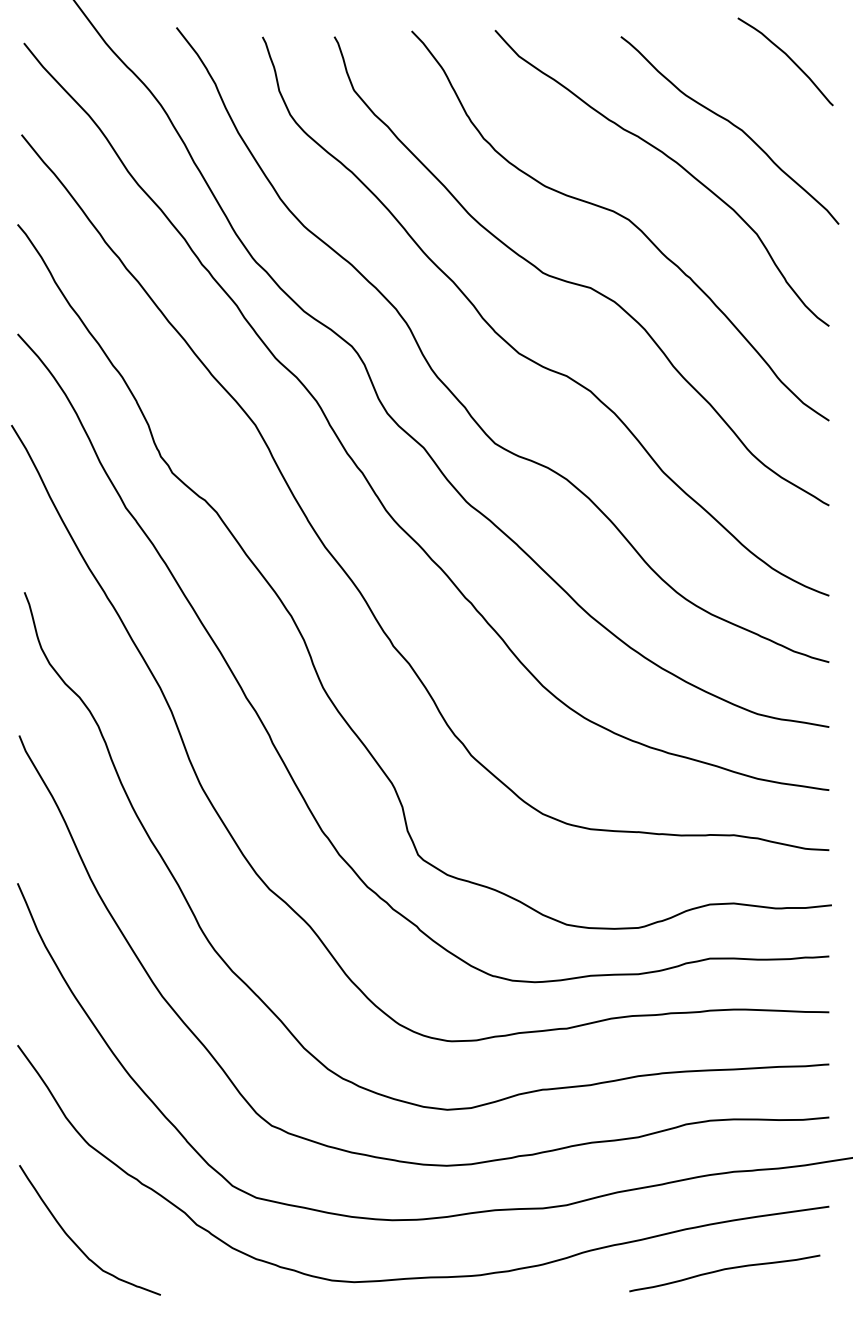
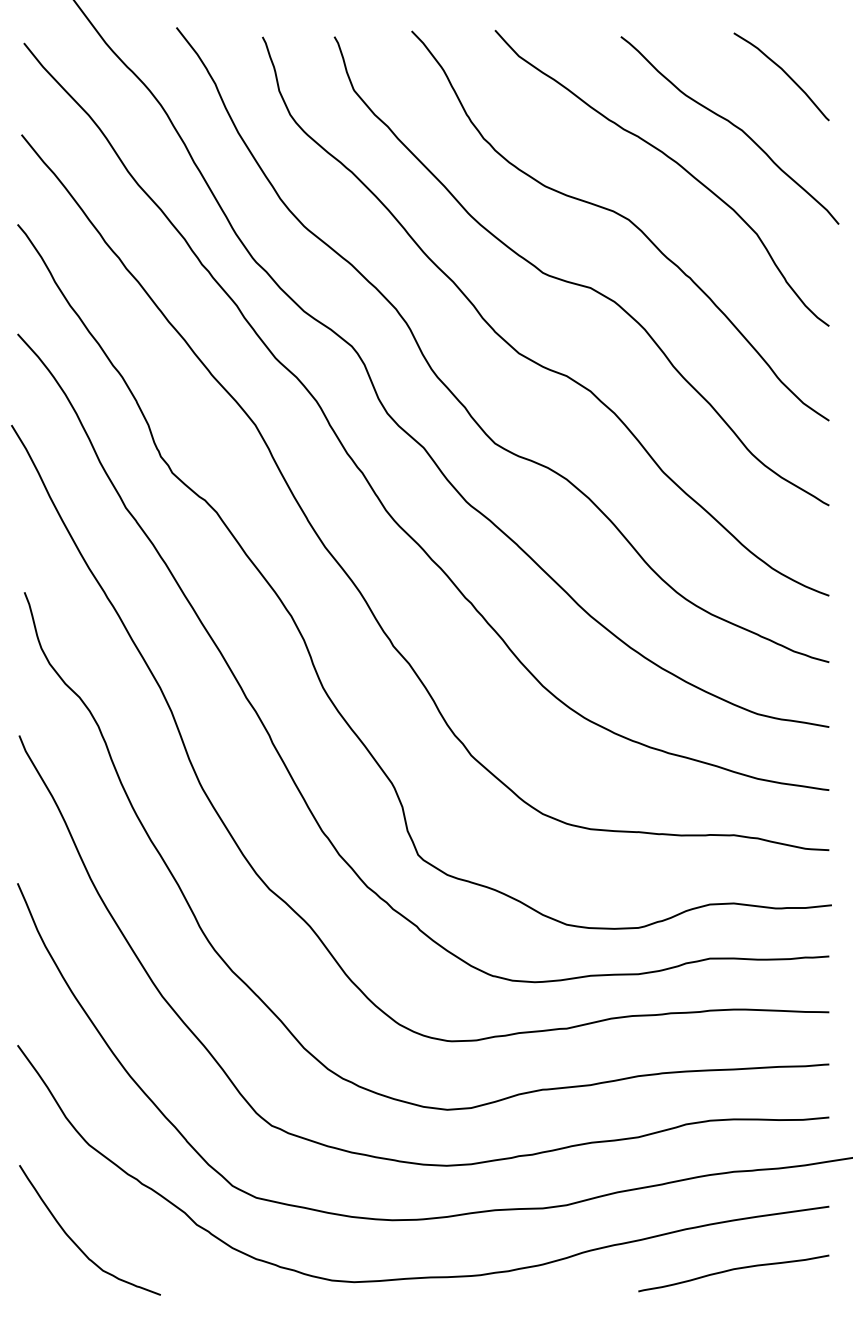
curve at (788, 58) position: (788, 58) -> (784, 73)
curve at (724, 1270) position: (724, 1270) -> (733, 1270)
